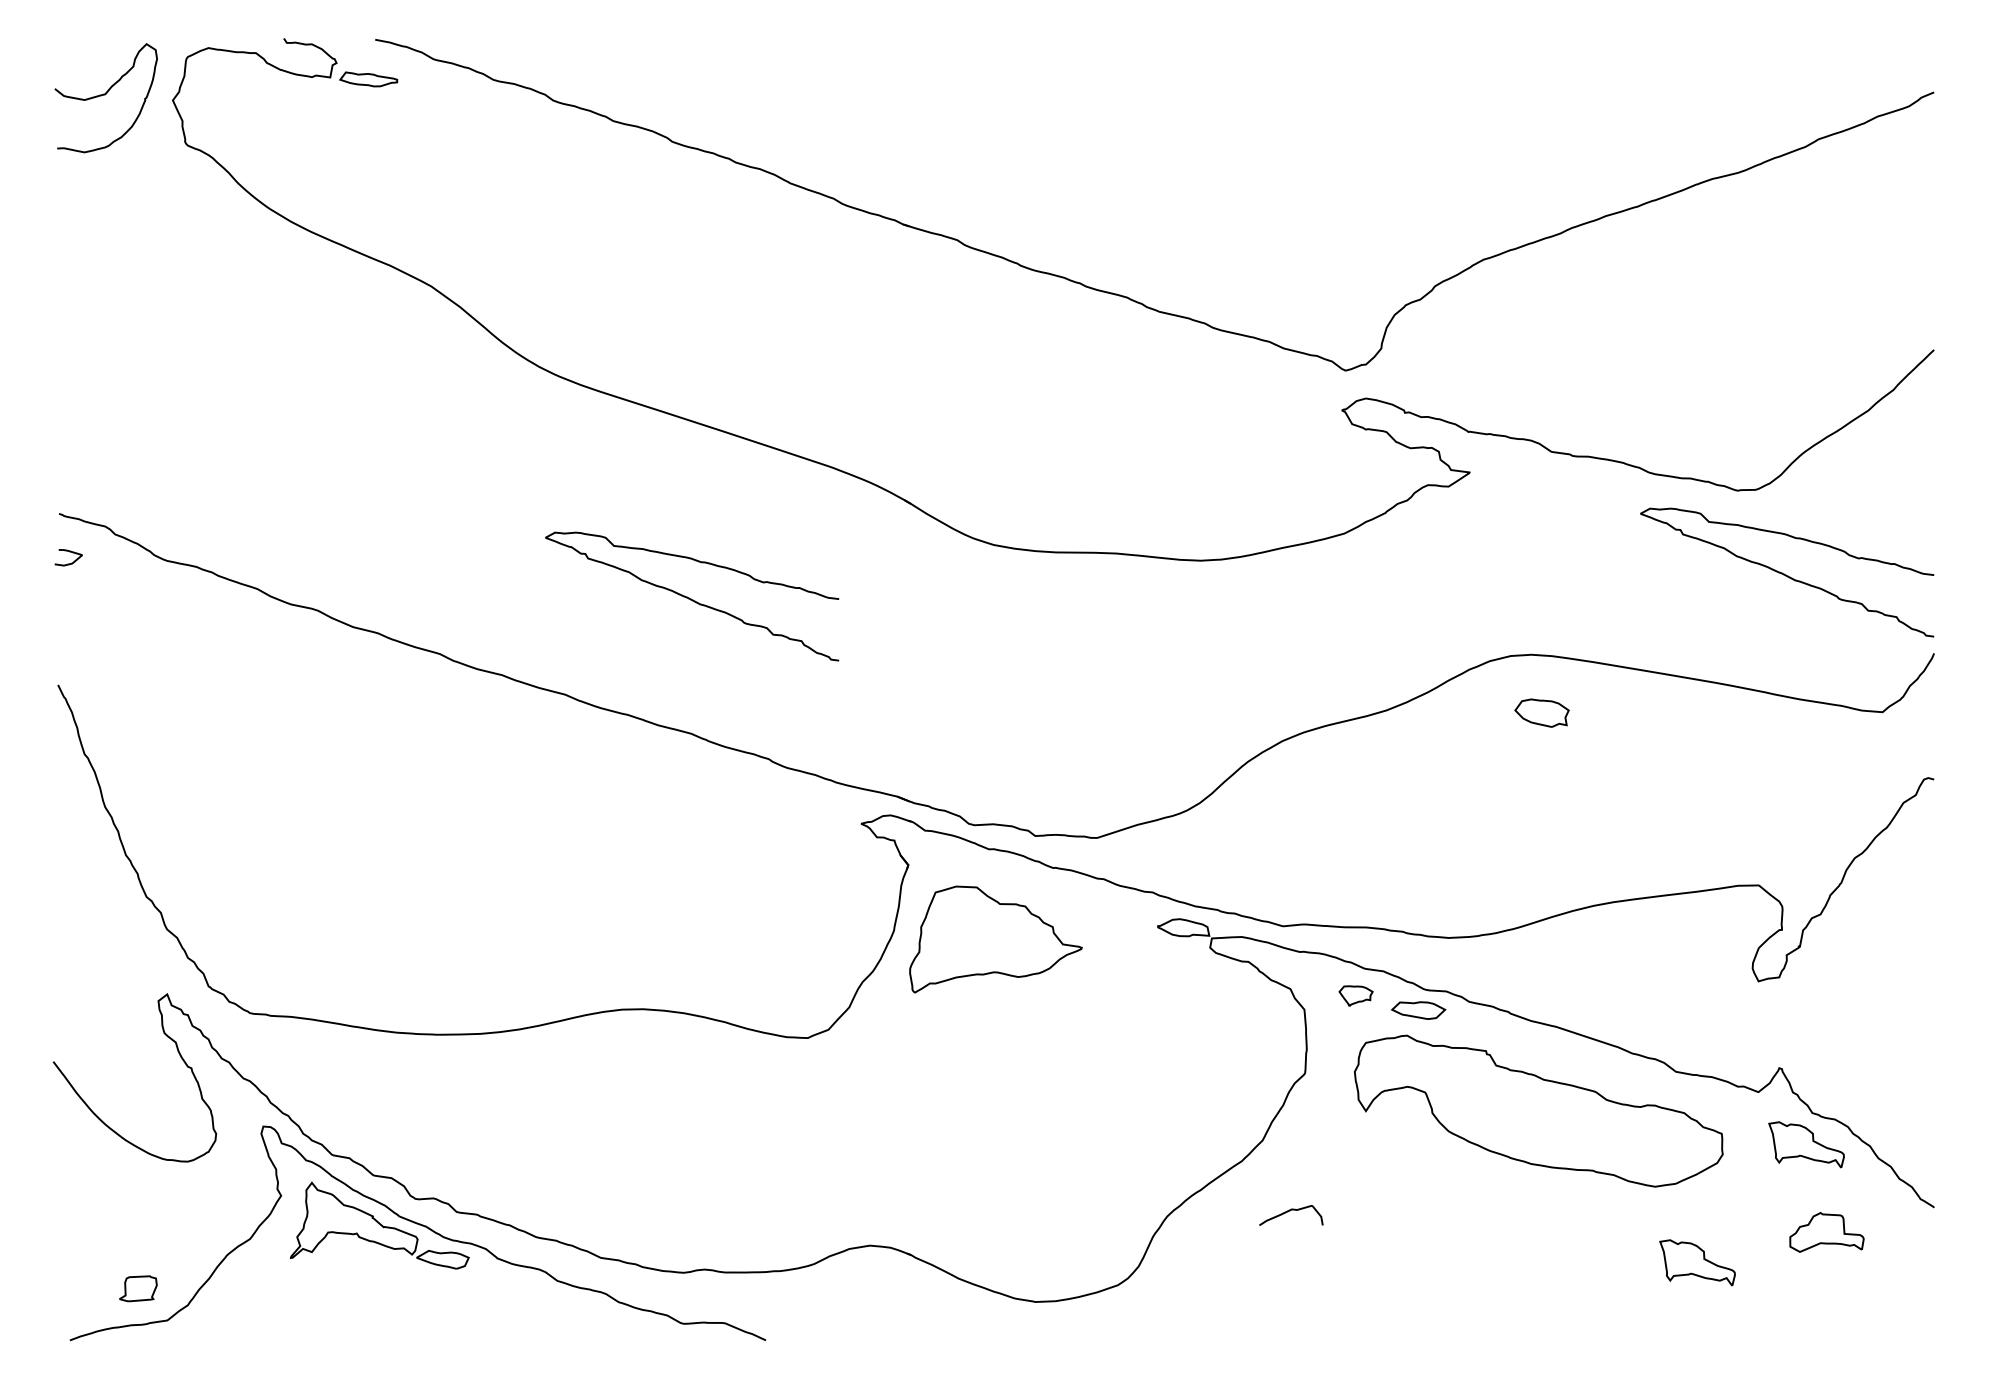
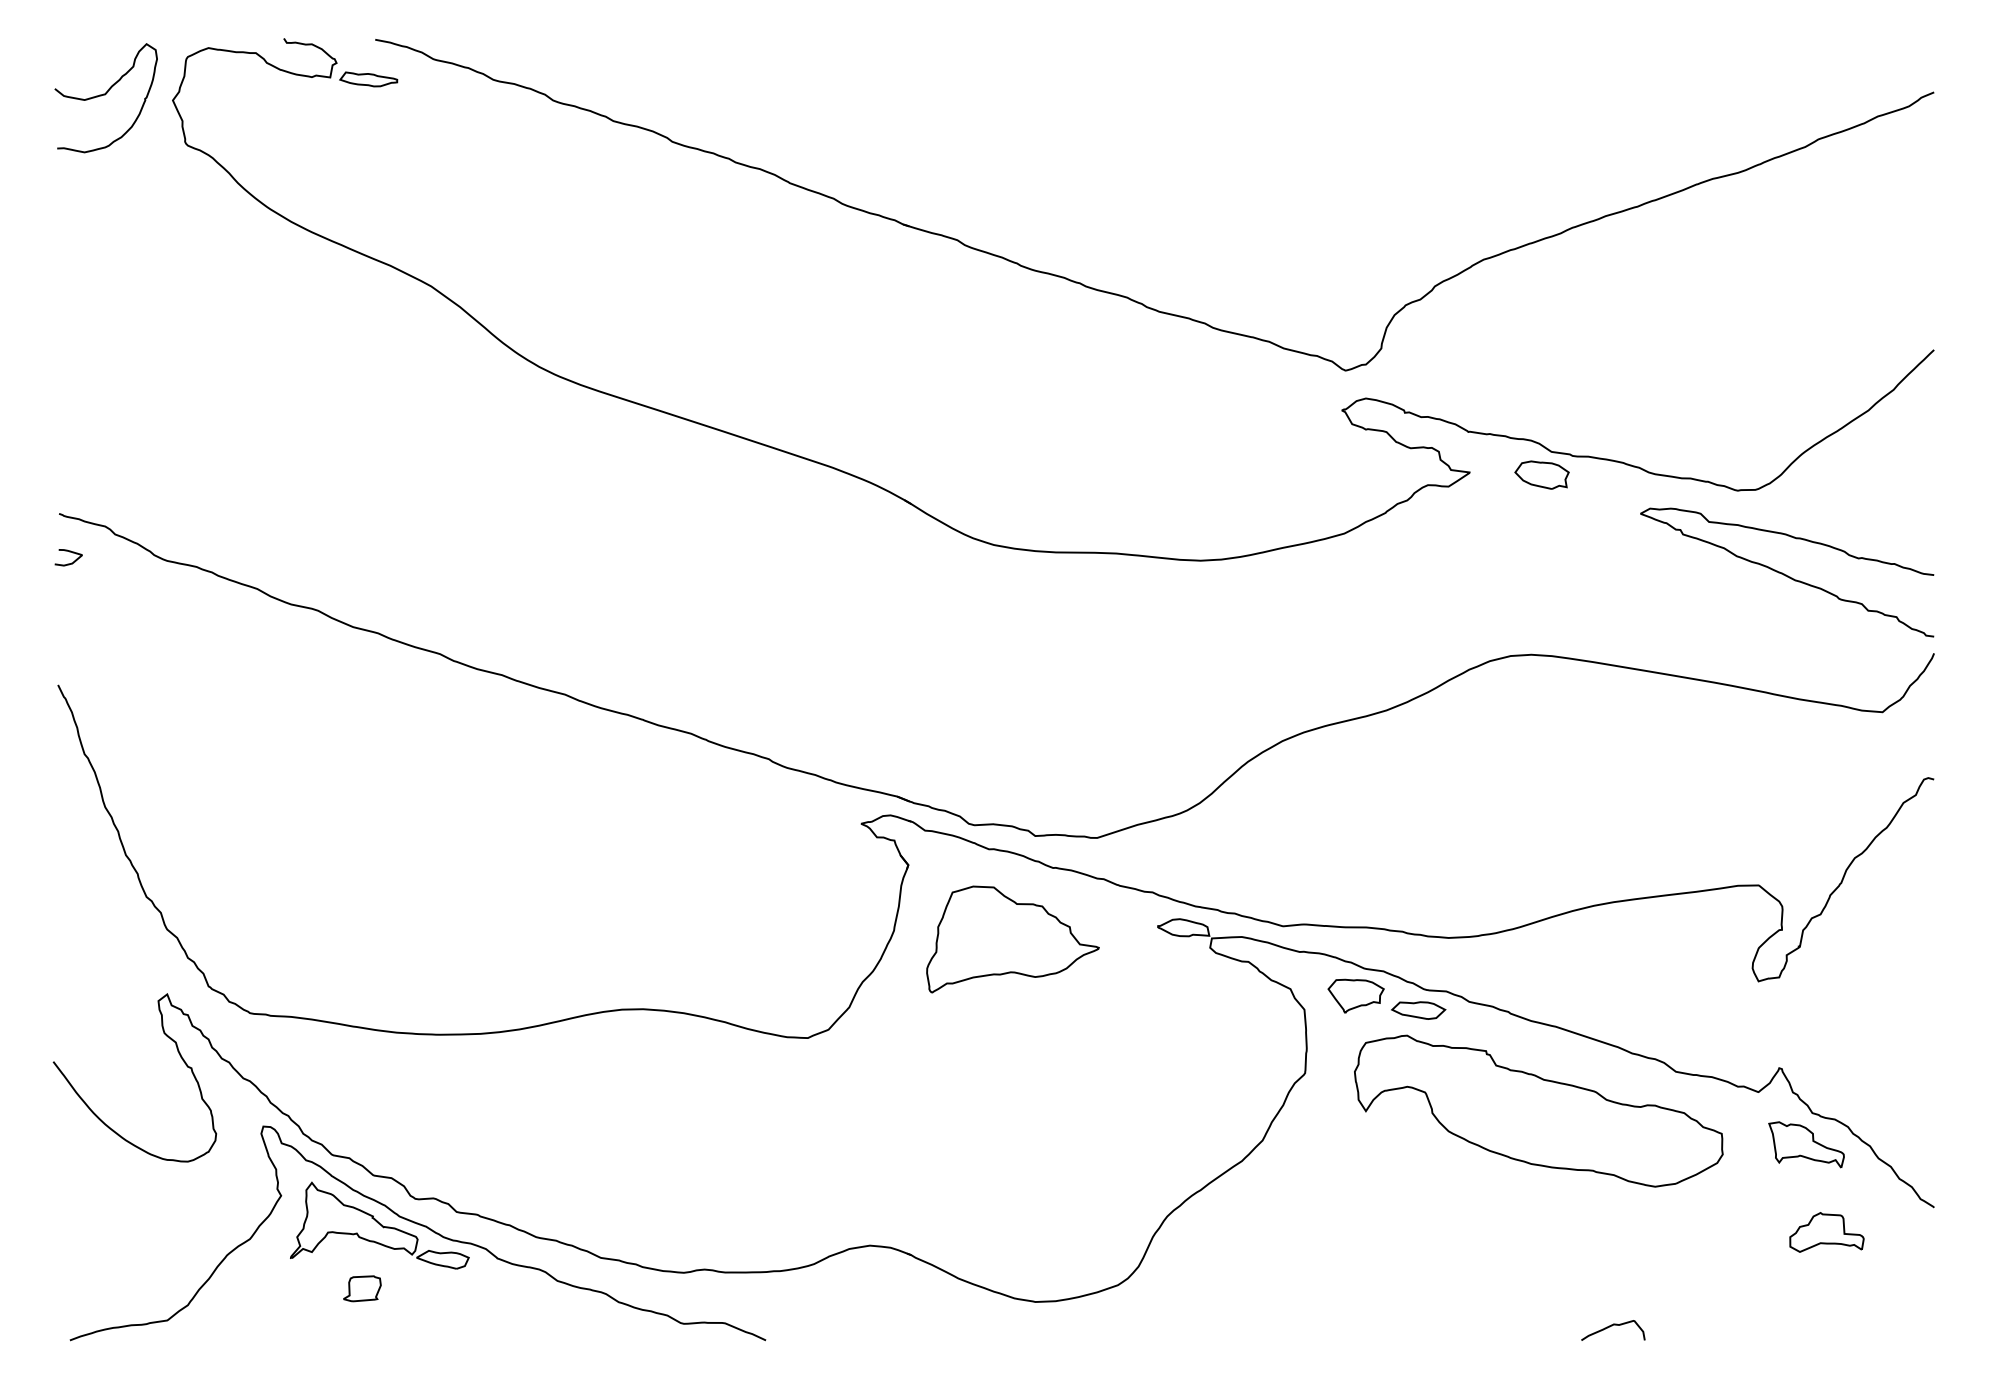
curve at (691, 598): present -> none
part at (1541, 712) position: (1541, 712) -> (1541, 474)
part at (995, 939) position: (995, 939) -> (1012, 939)
part at (1355, 995) size: 36x22 px -> 58x36 px
curve at (1290, 1211) position: (1290, 1211) -> (1612, 1326)
part at (1697, 1262): present -> none
part at (138, 1288) position: (138, 1288) -> (362, 1288)
